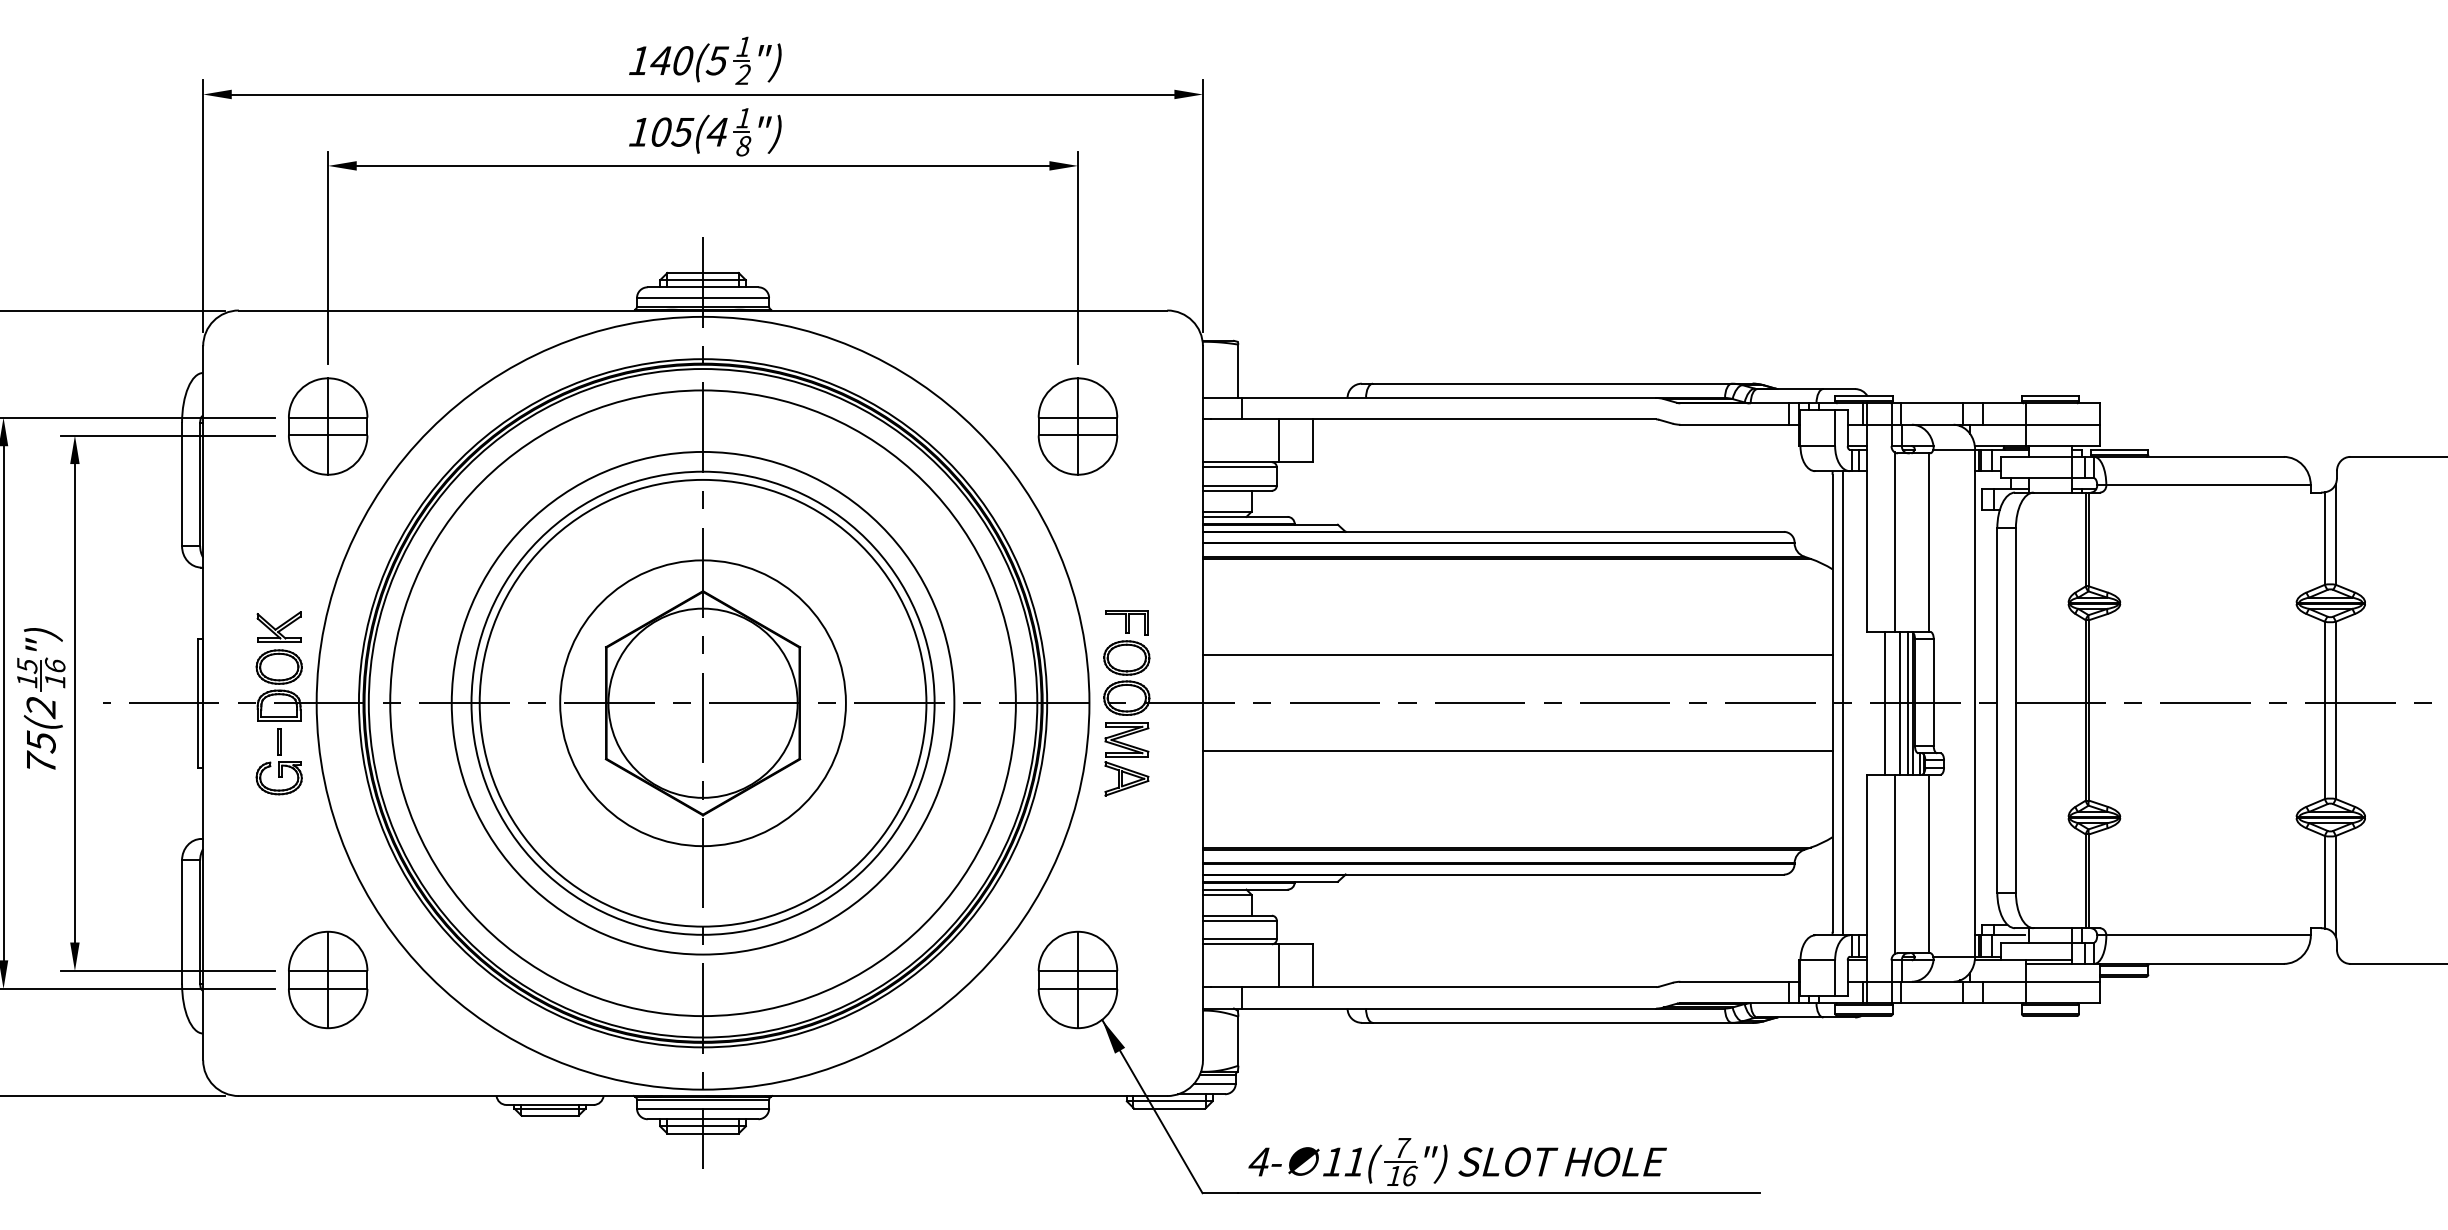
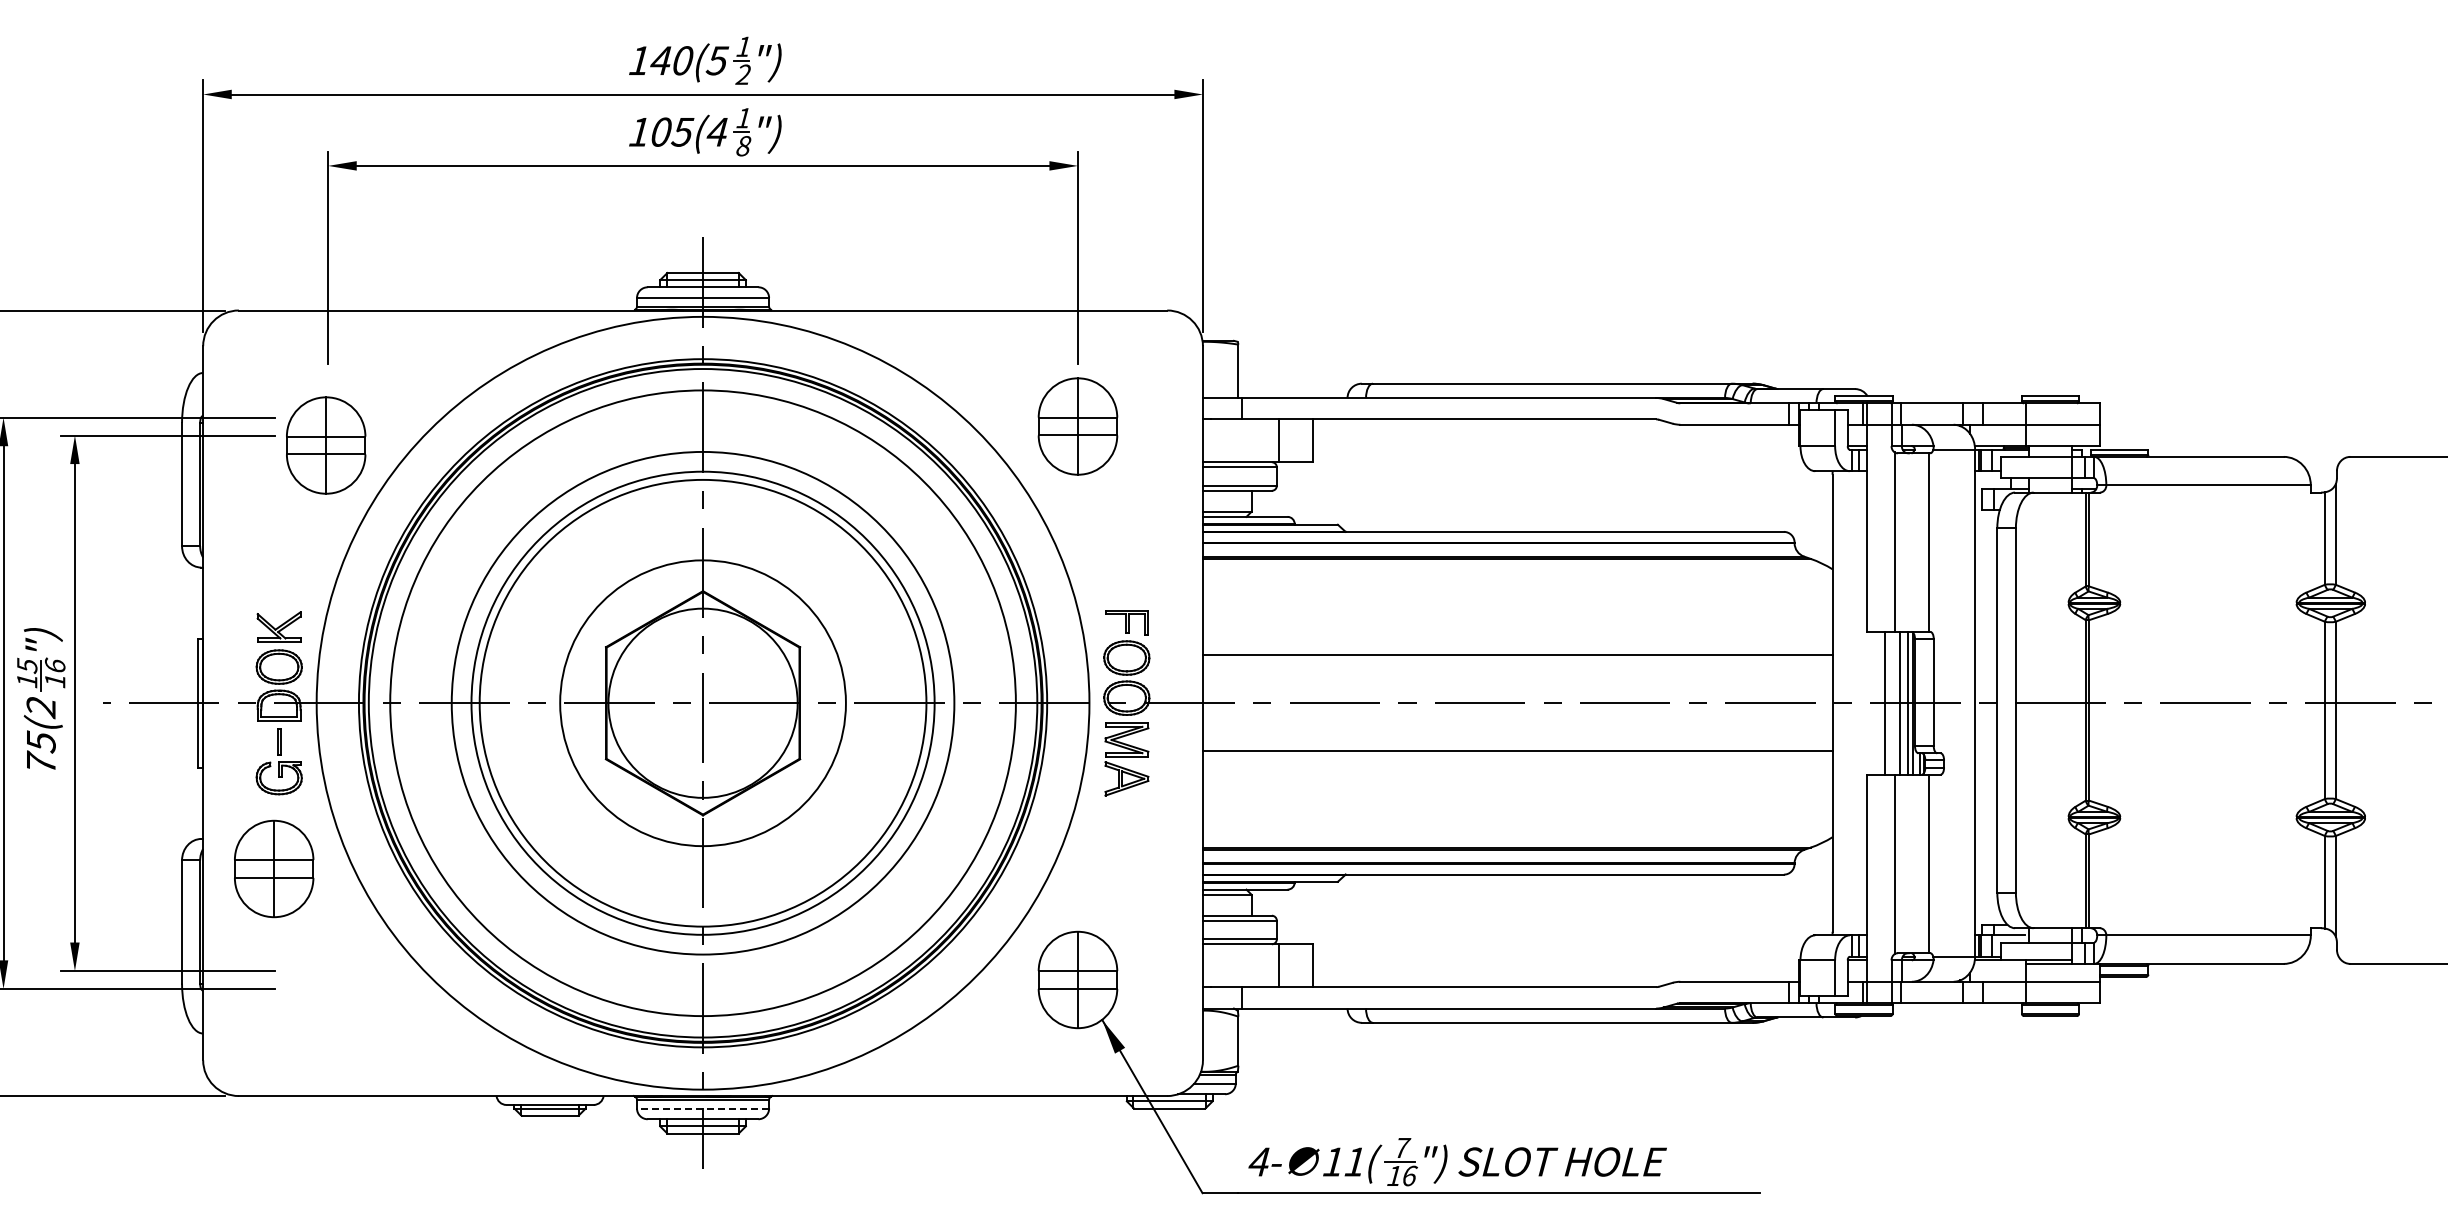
part at (328, 426) position: (328, 426) -> (326, 445)
line at (1842, 703): present -> none
part at (328, 979) position: (328, 979) -> (274, 868)
line at (702, 1108): solid -> dashed
